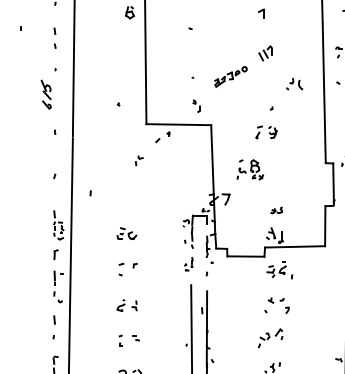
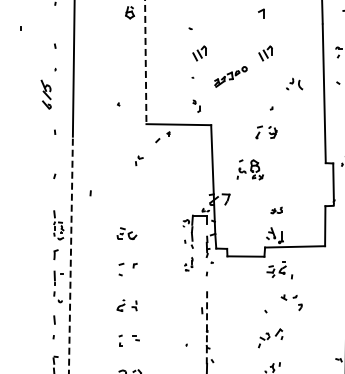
line at (54, 30): present -> none
part at (199, 53): none -> present
line at (145, 62): solid -> dashed
line at (70, 256): solid -> dashed
part at (278, 305) position: (278, 305) -> (291, 302)
line at (191, 327): present -> none
line at (206, 329): solid -> dashed
